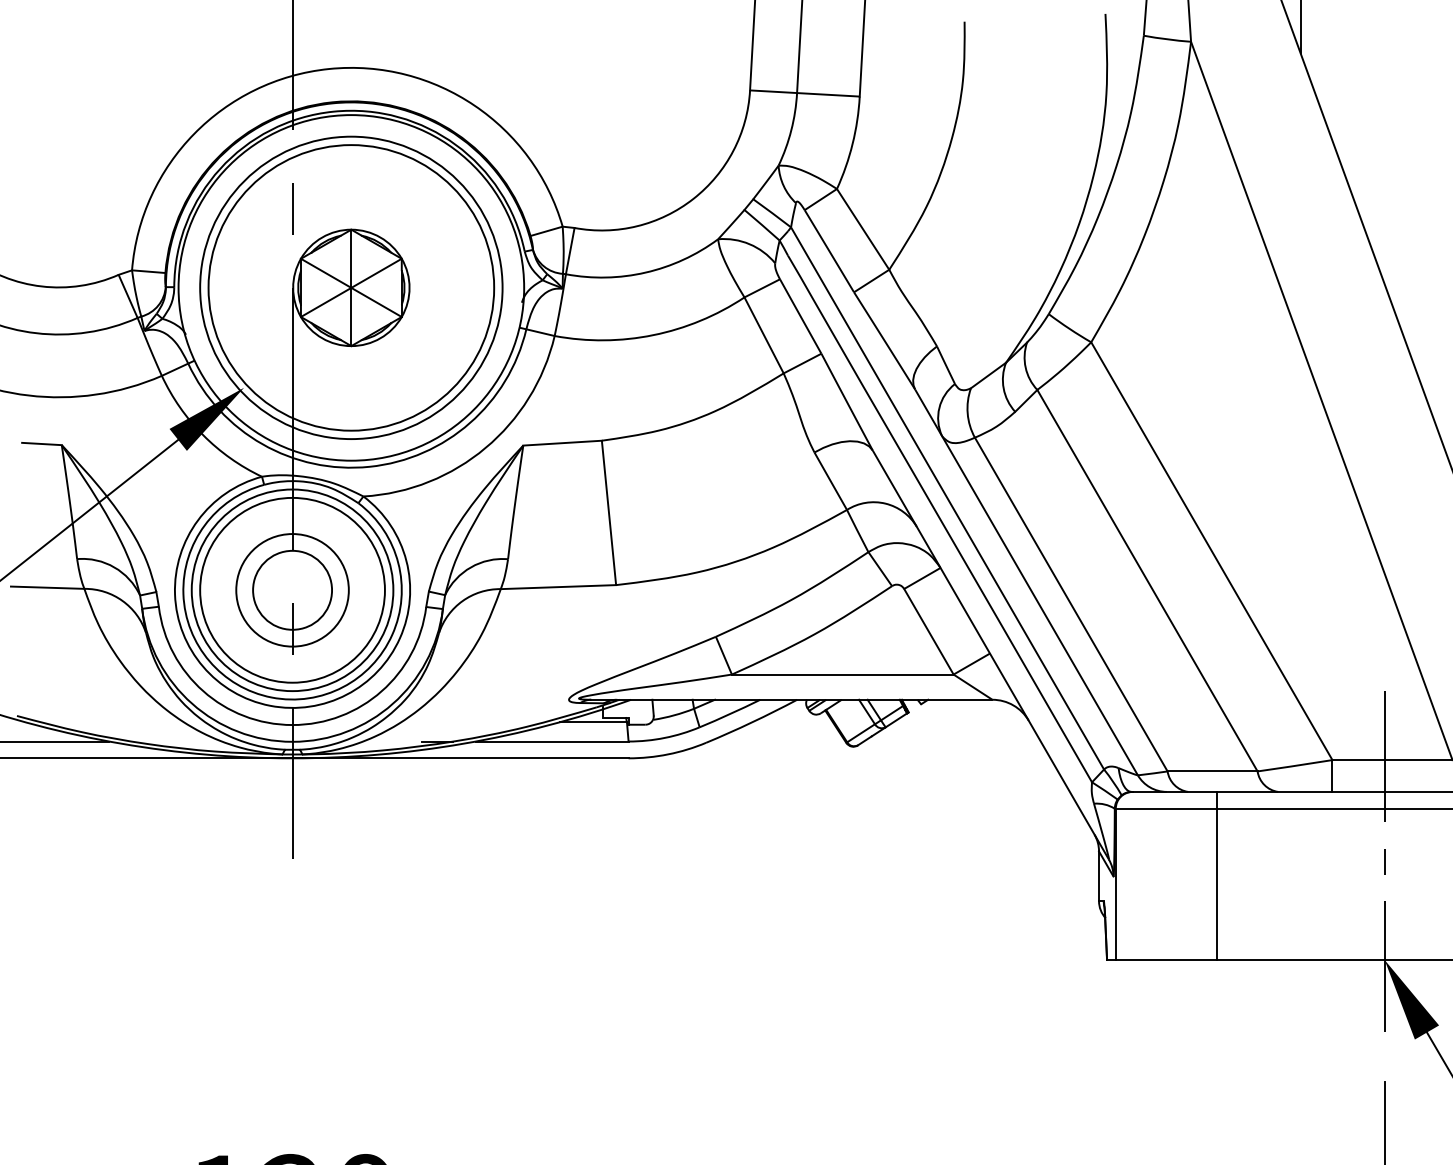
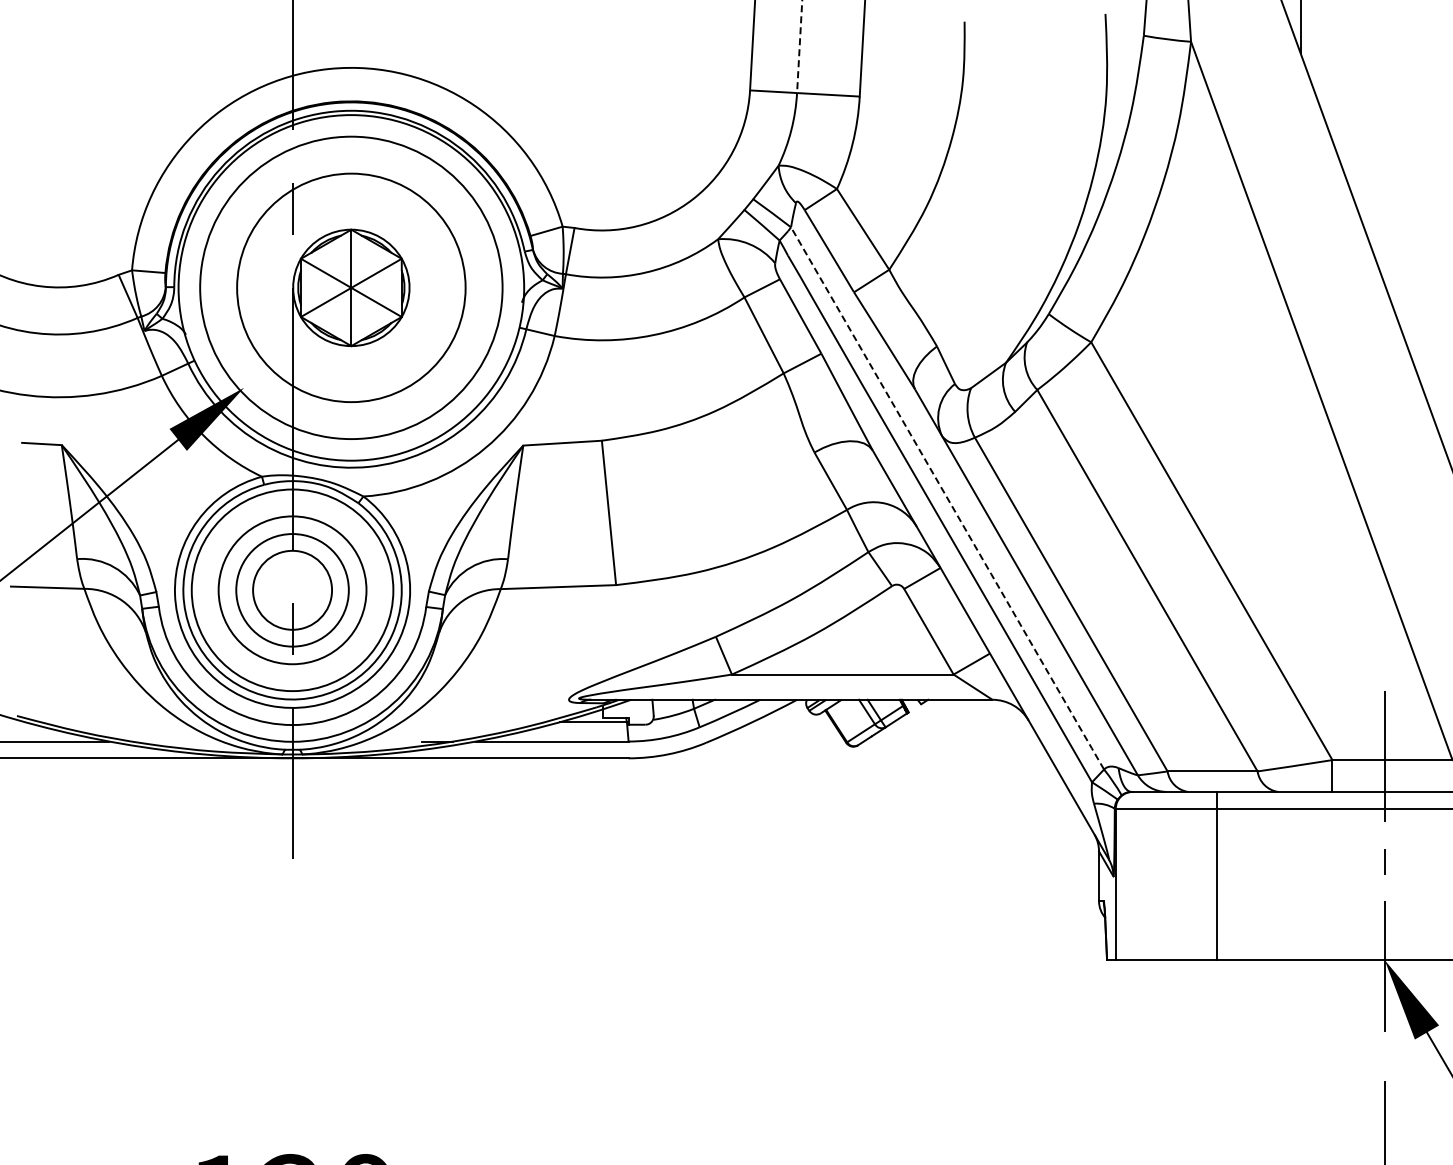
line at (799, 47): solid -> dashed
circle at (351, 287) diameter: 286 px -> 228 px
line at (948, 499): solid -> dashed
circle at (292, 589) diameter: 185 px -> 148 px
